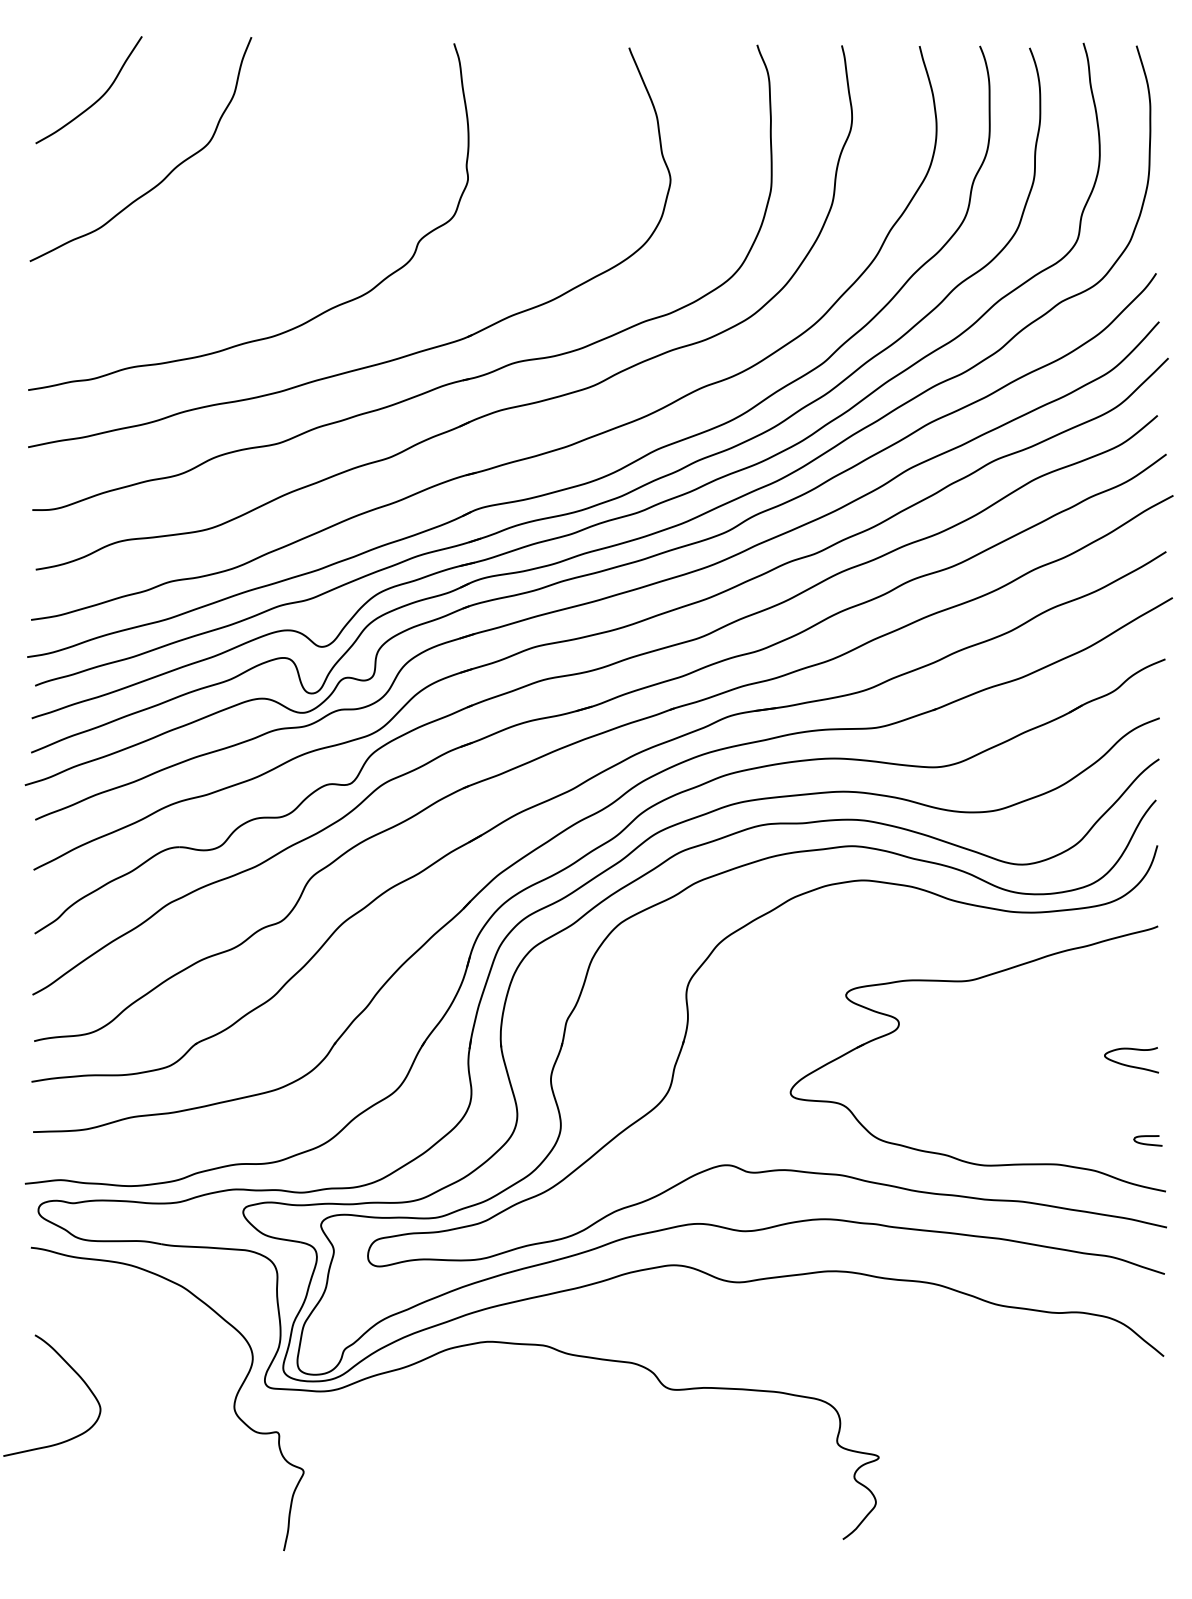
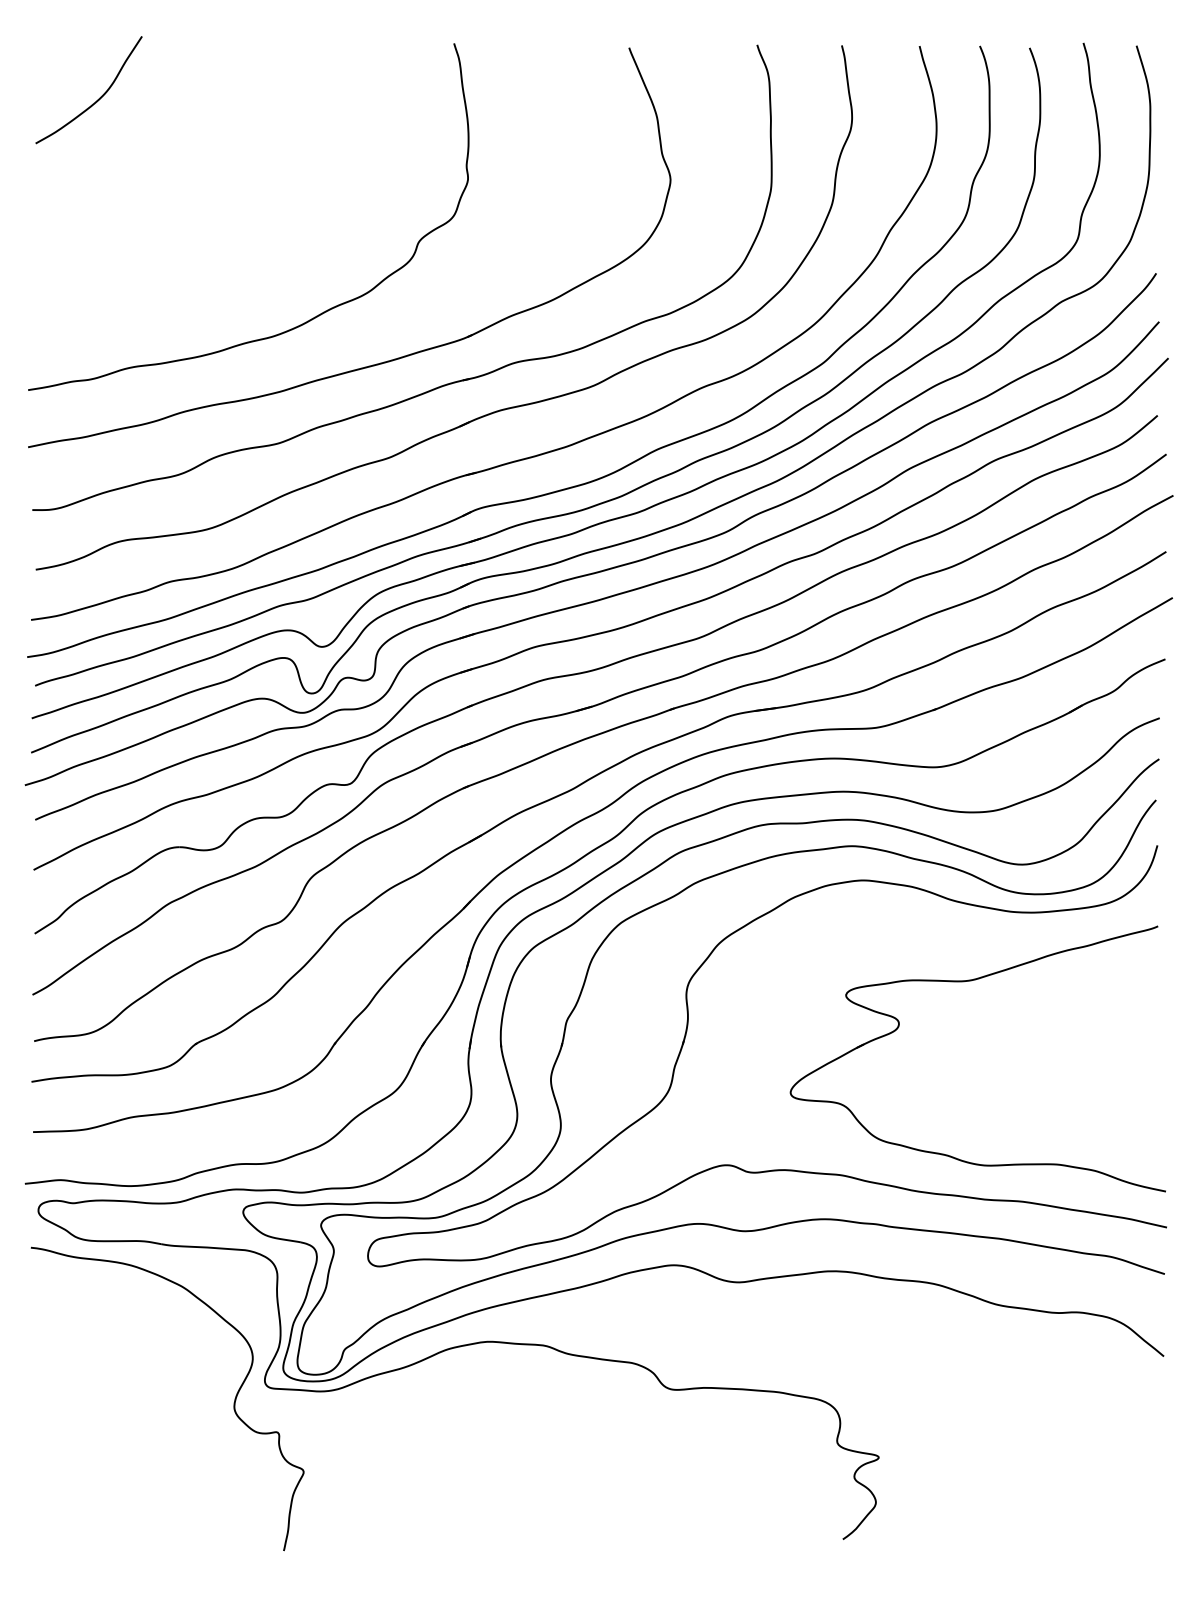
curve at (166, 175): present -> none
curve at (1131, 1065): present -> none
curve at (1147, 1143): present -> none
curve at (74, 1372): present -> none
